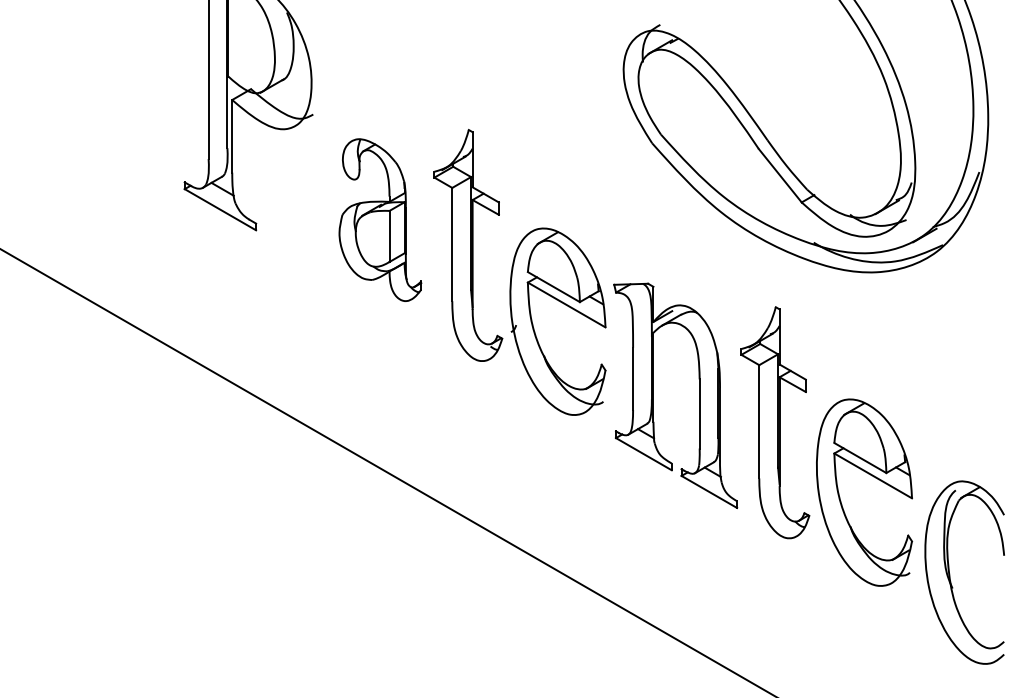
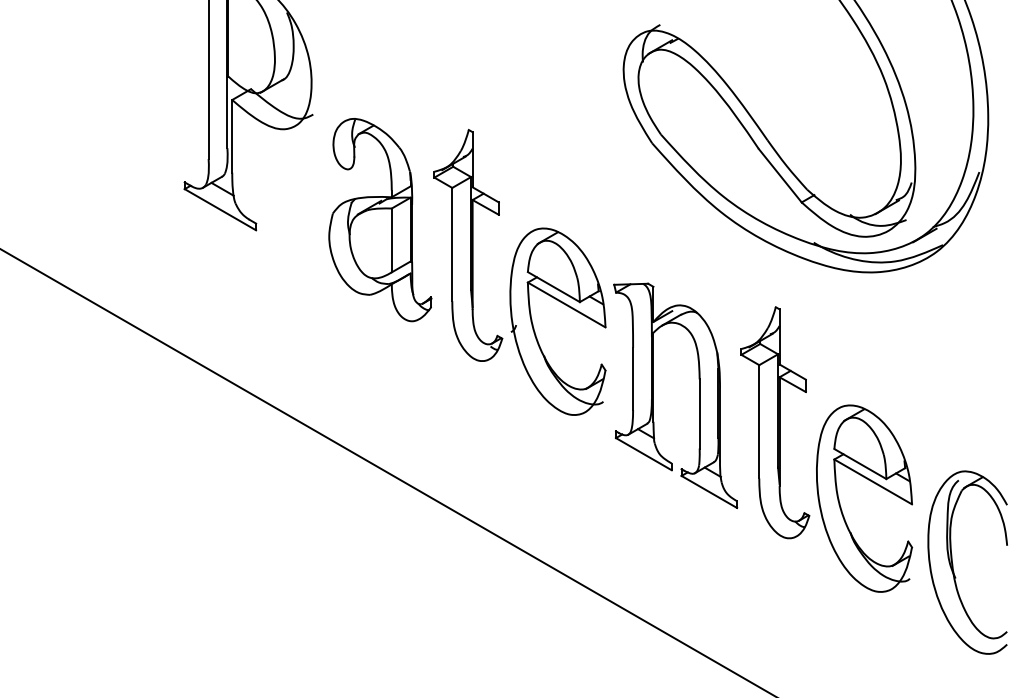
part at (380, 219) size: 85x164 px -> 105x205 px
part at (873, 477) position: (873, 477) -> (873, 483)
part at (950, 574) position: (950, 574) -> (953, 564)
